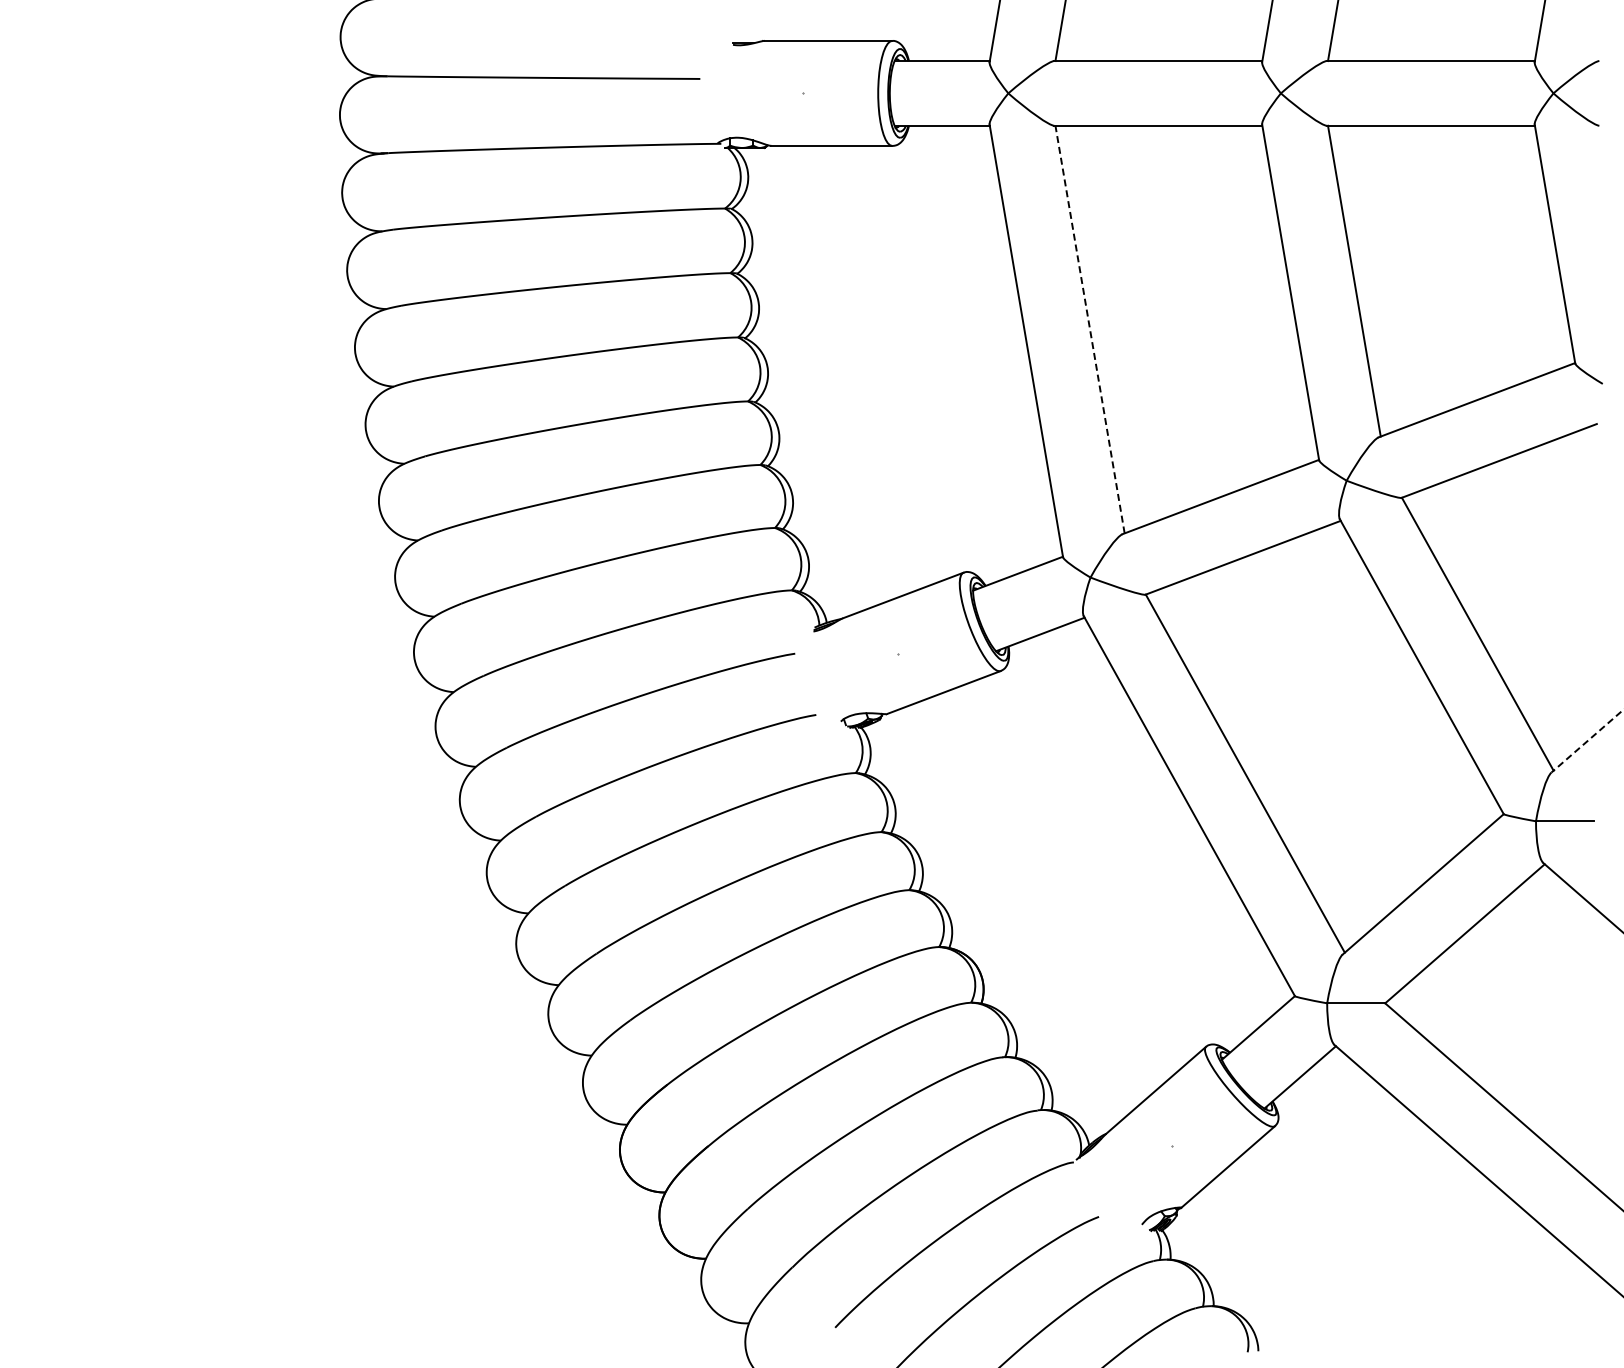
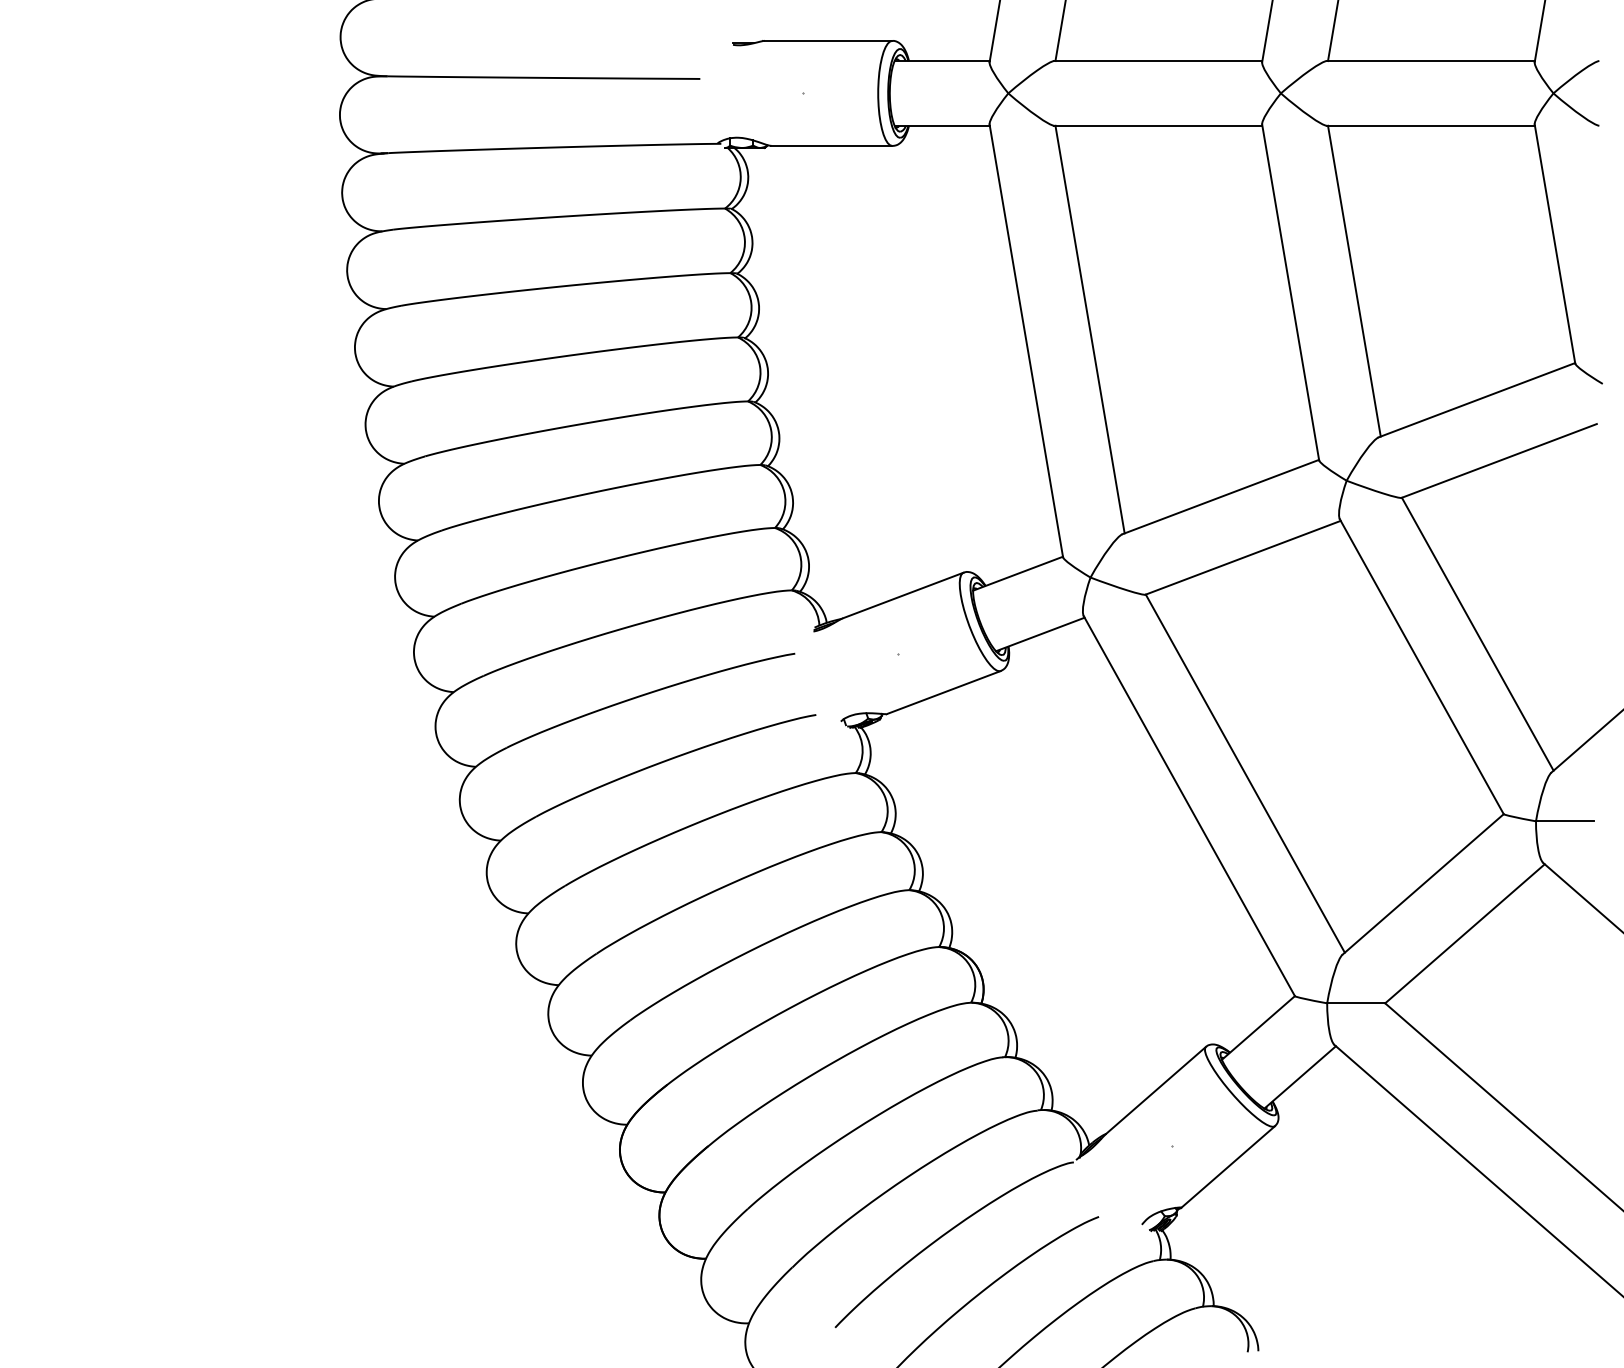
line at (1090, 329): dashed -> solid
line at (1587, 741): dashed -> solid
